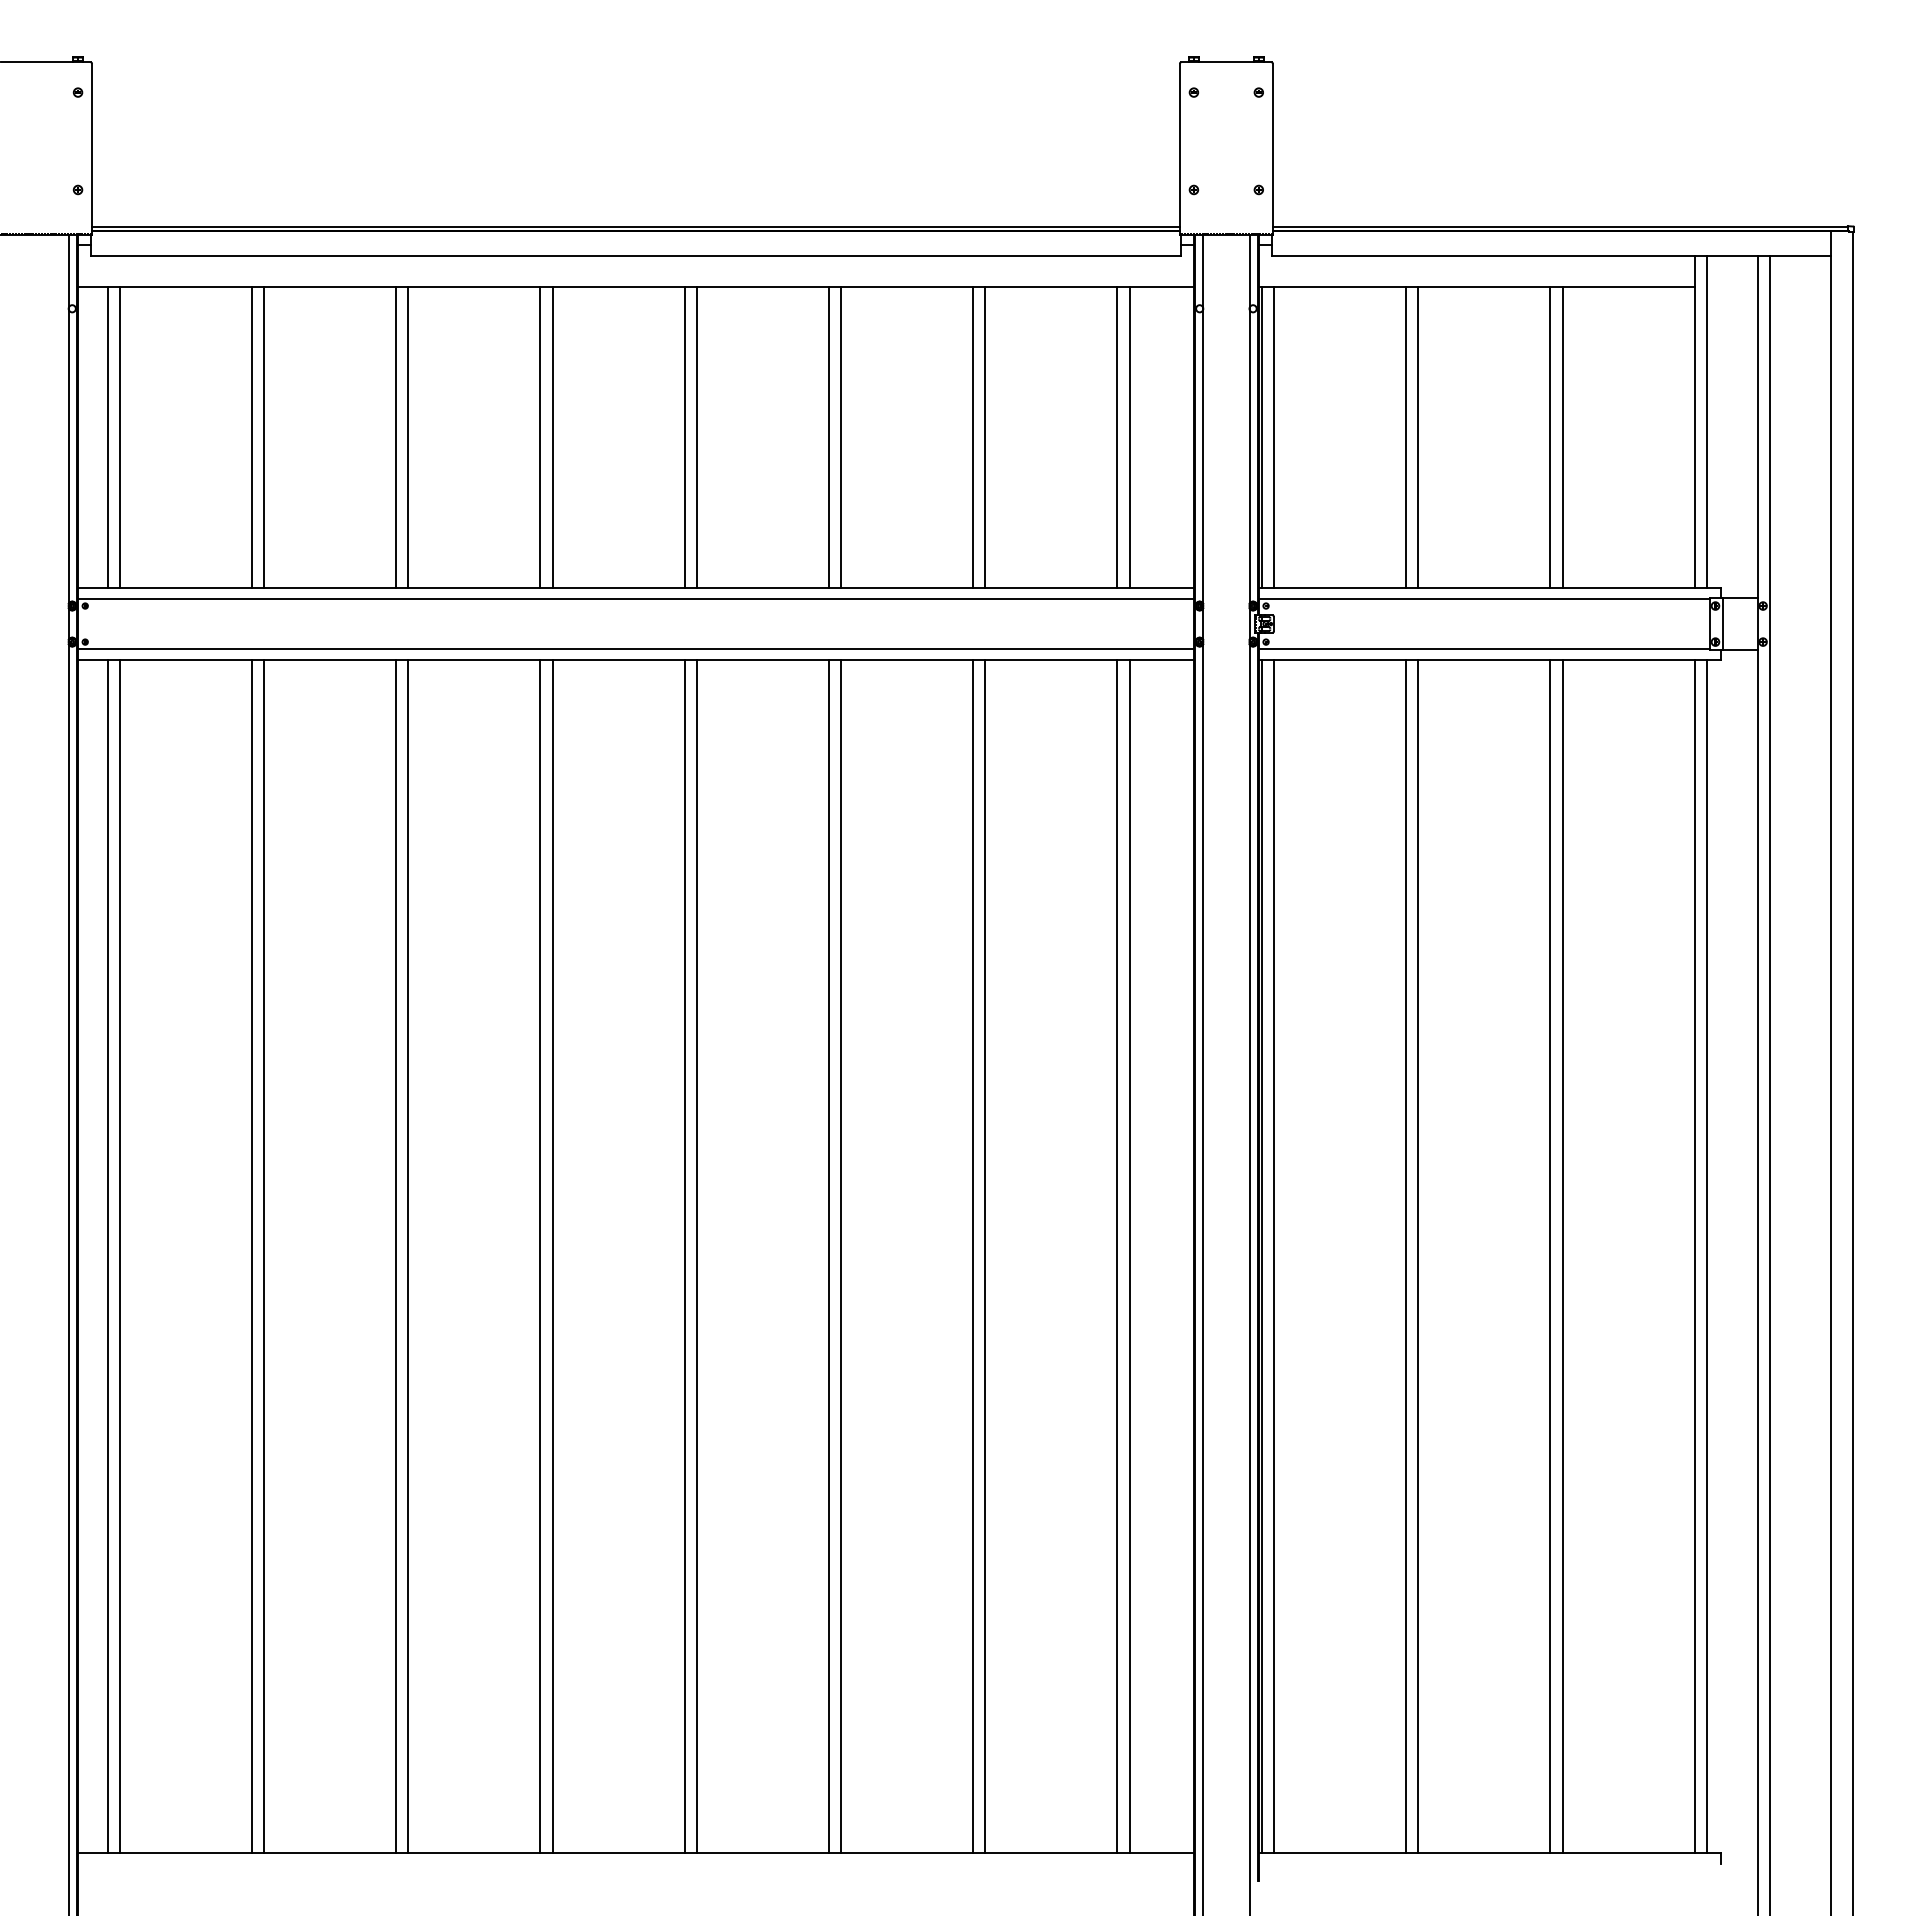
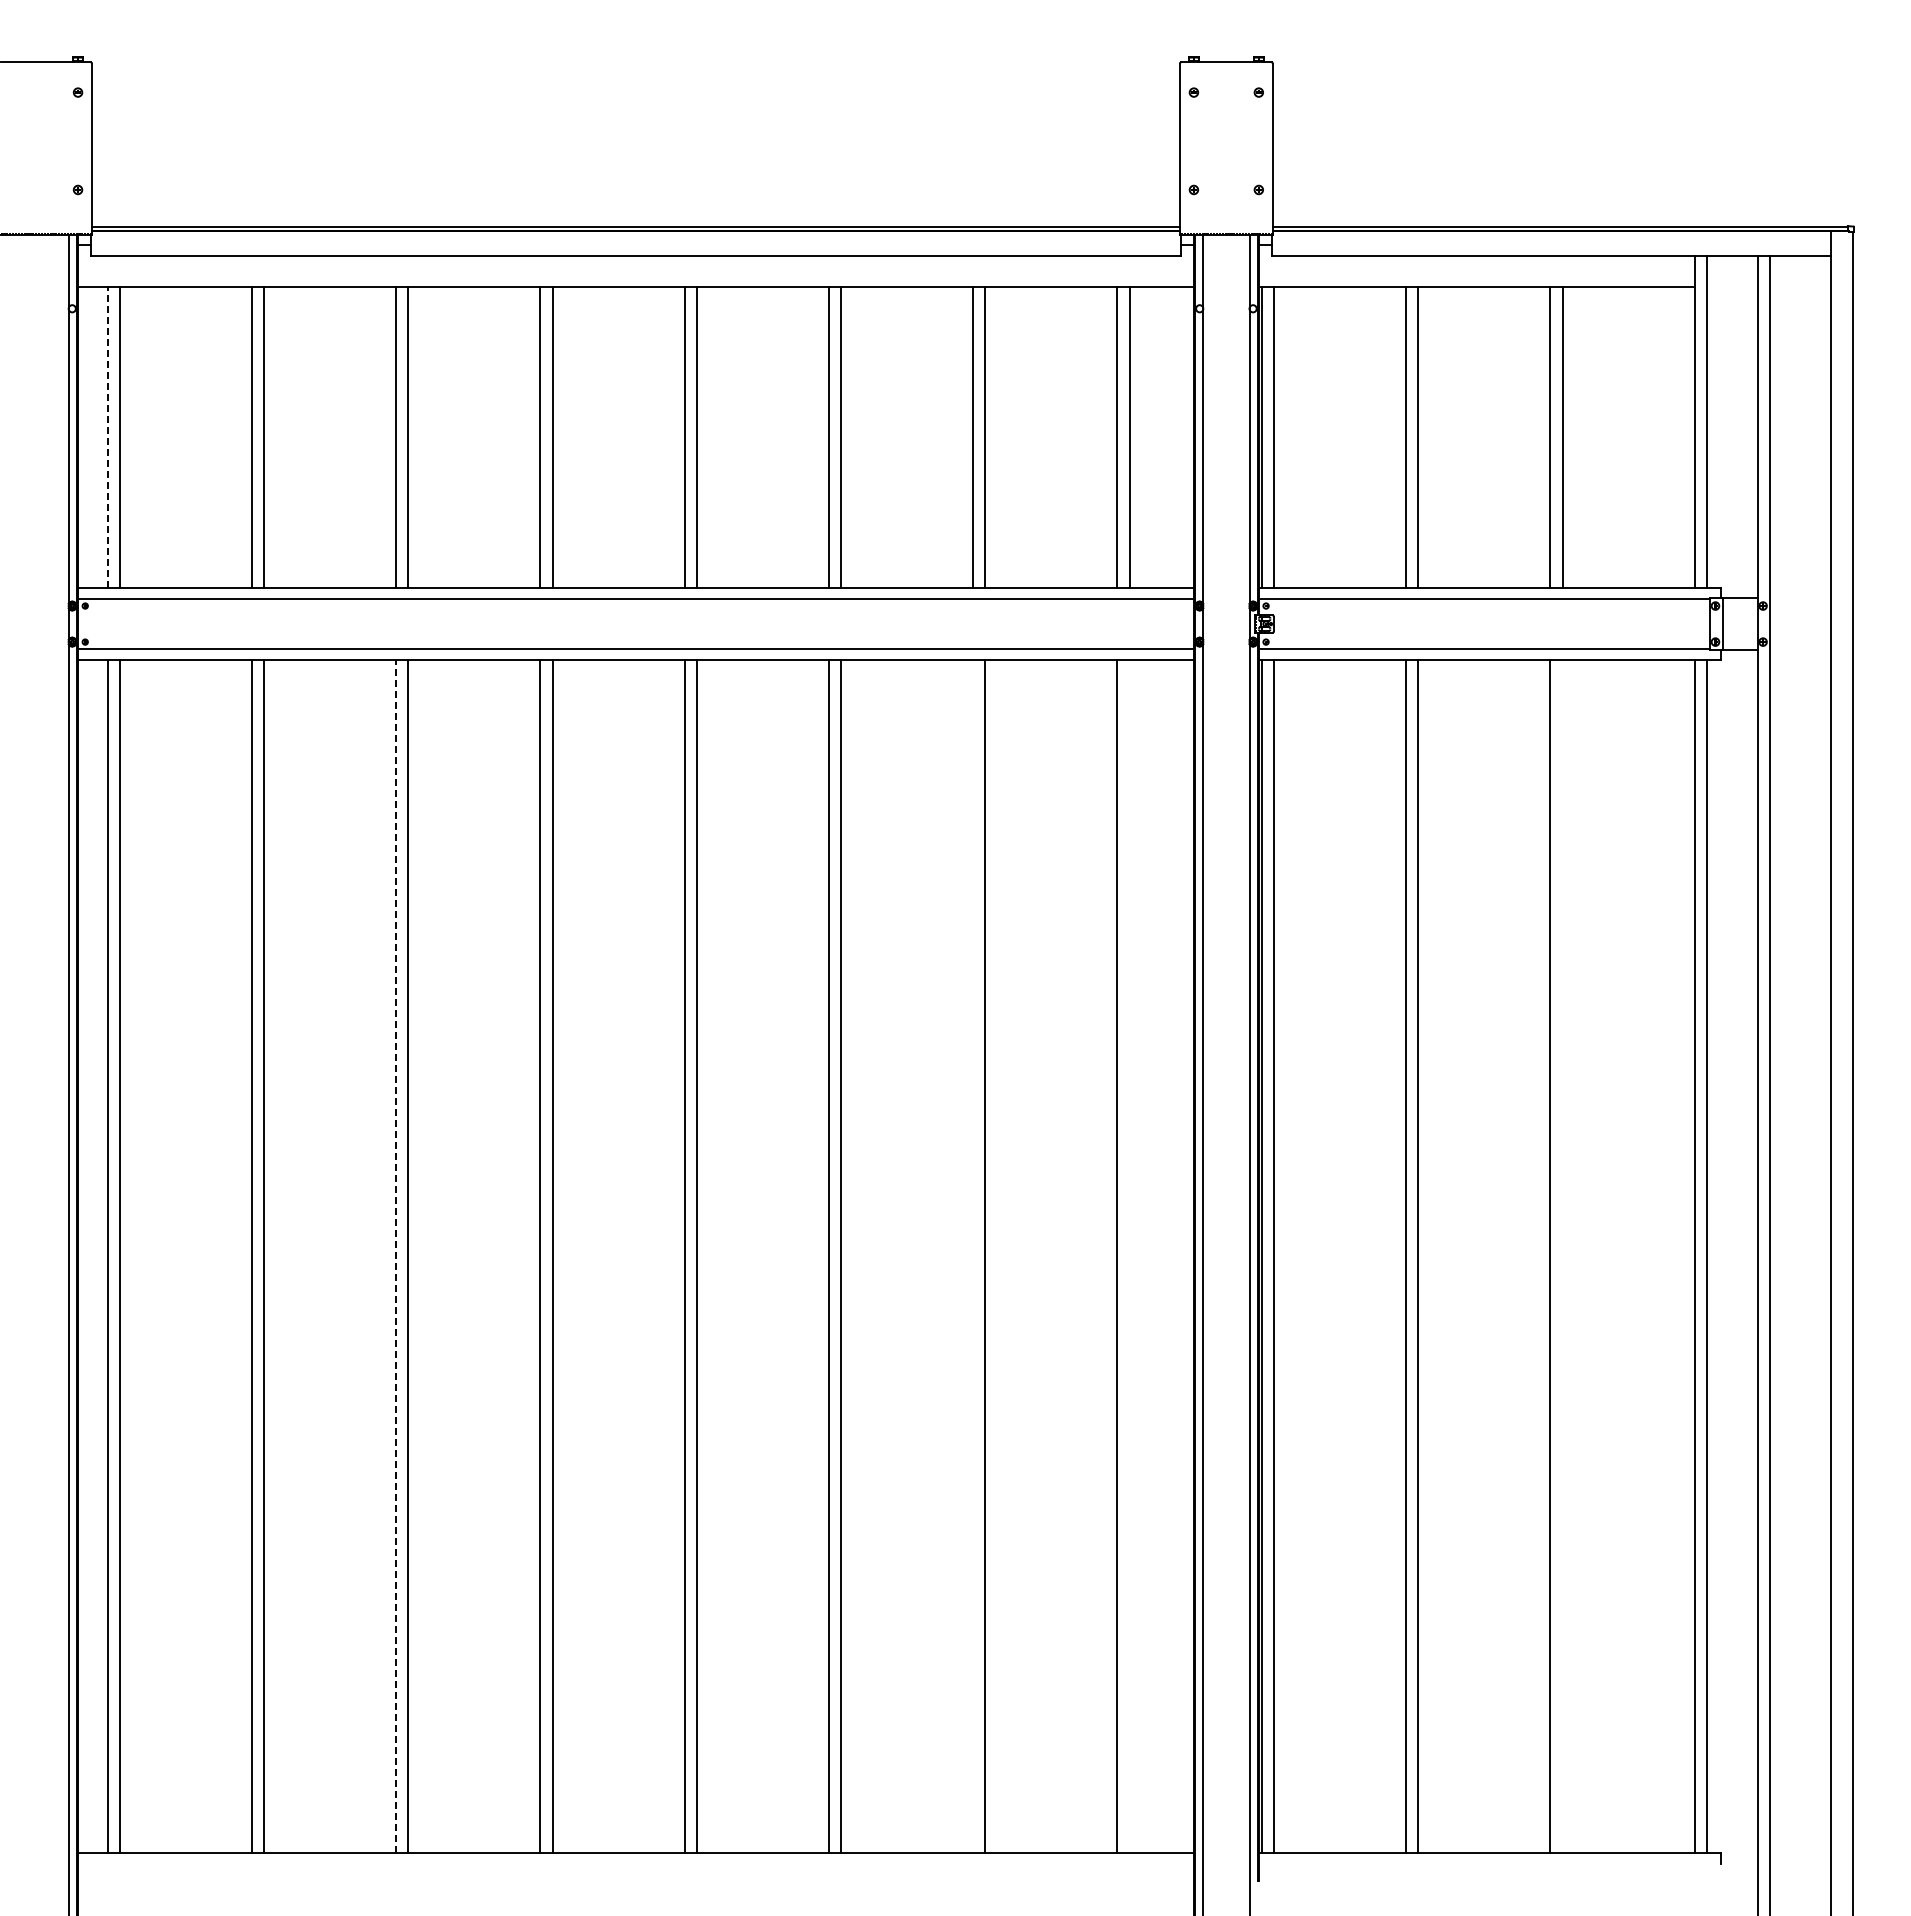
line at (107, 437): solid -> dashed
line at (396, 1256): solid -> dashed
line at (973, 1256): present -> none
line at (1129, 1256): present -> none
line at (1562, 1256): present -> none
